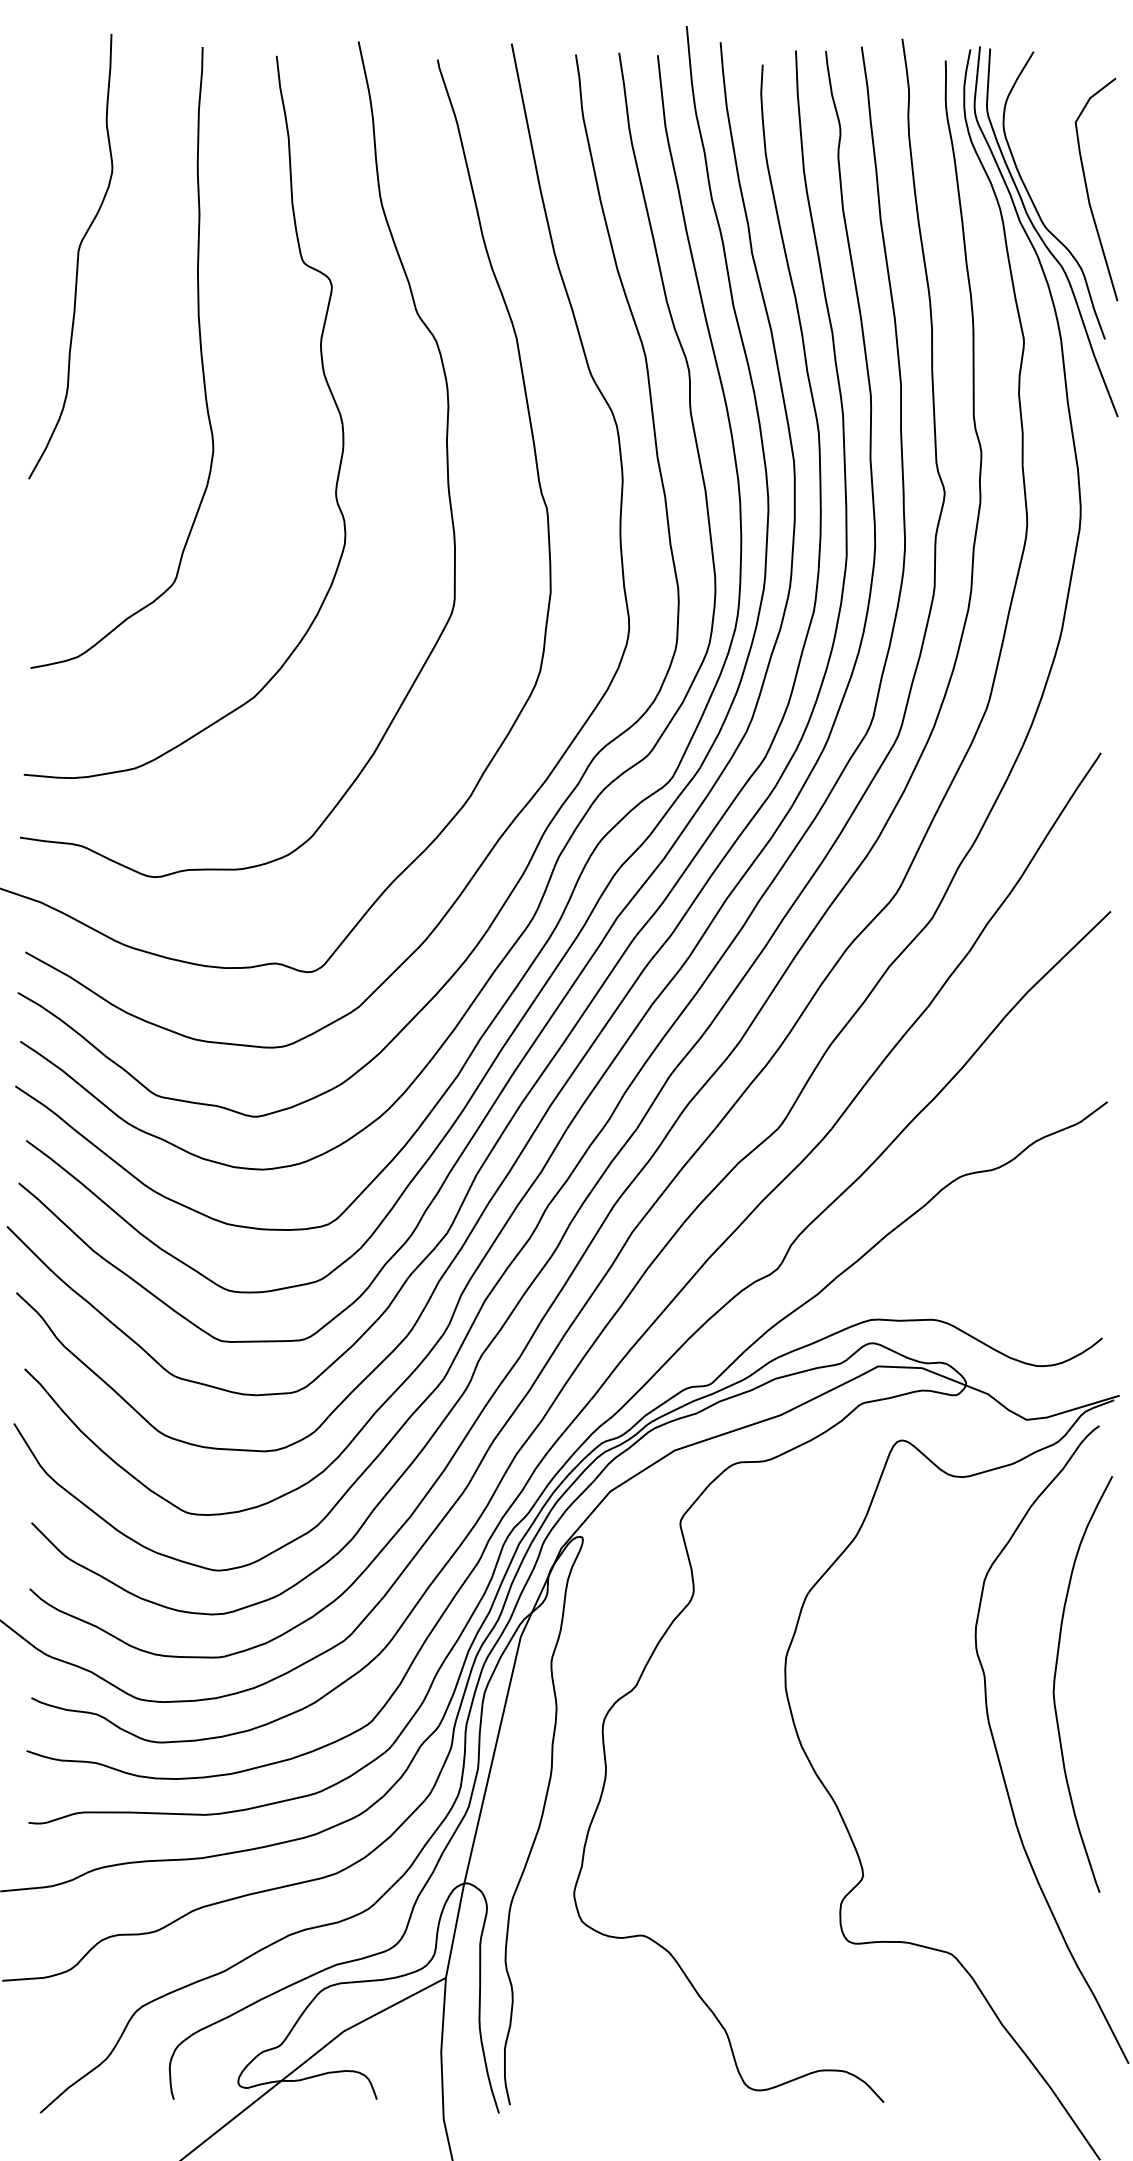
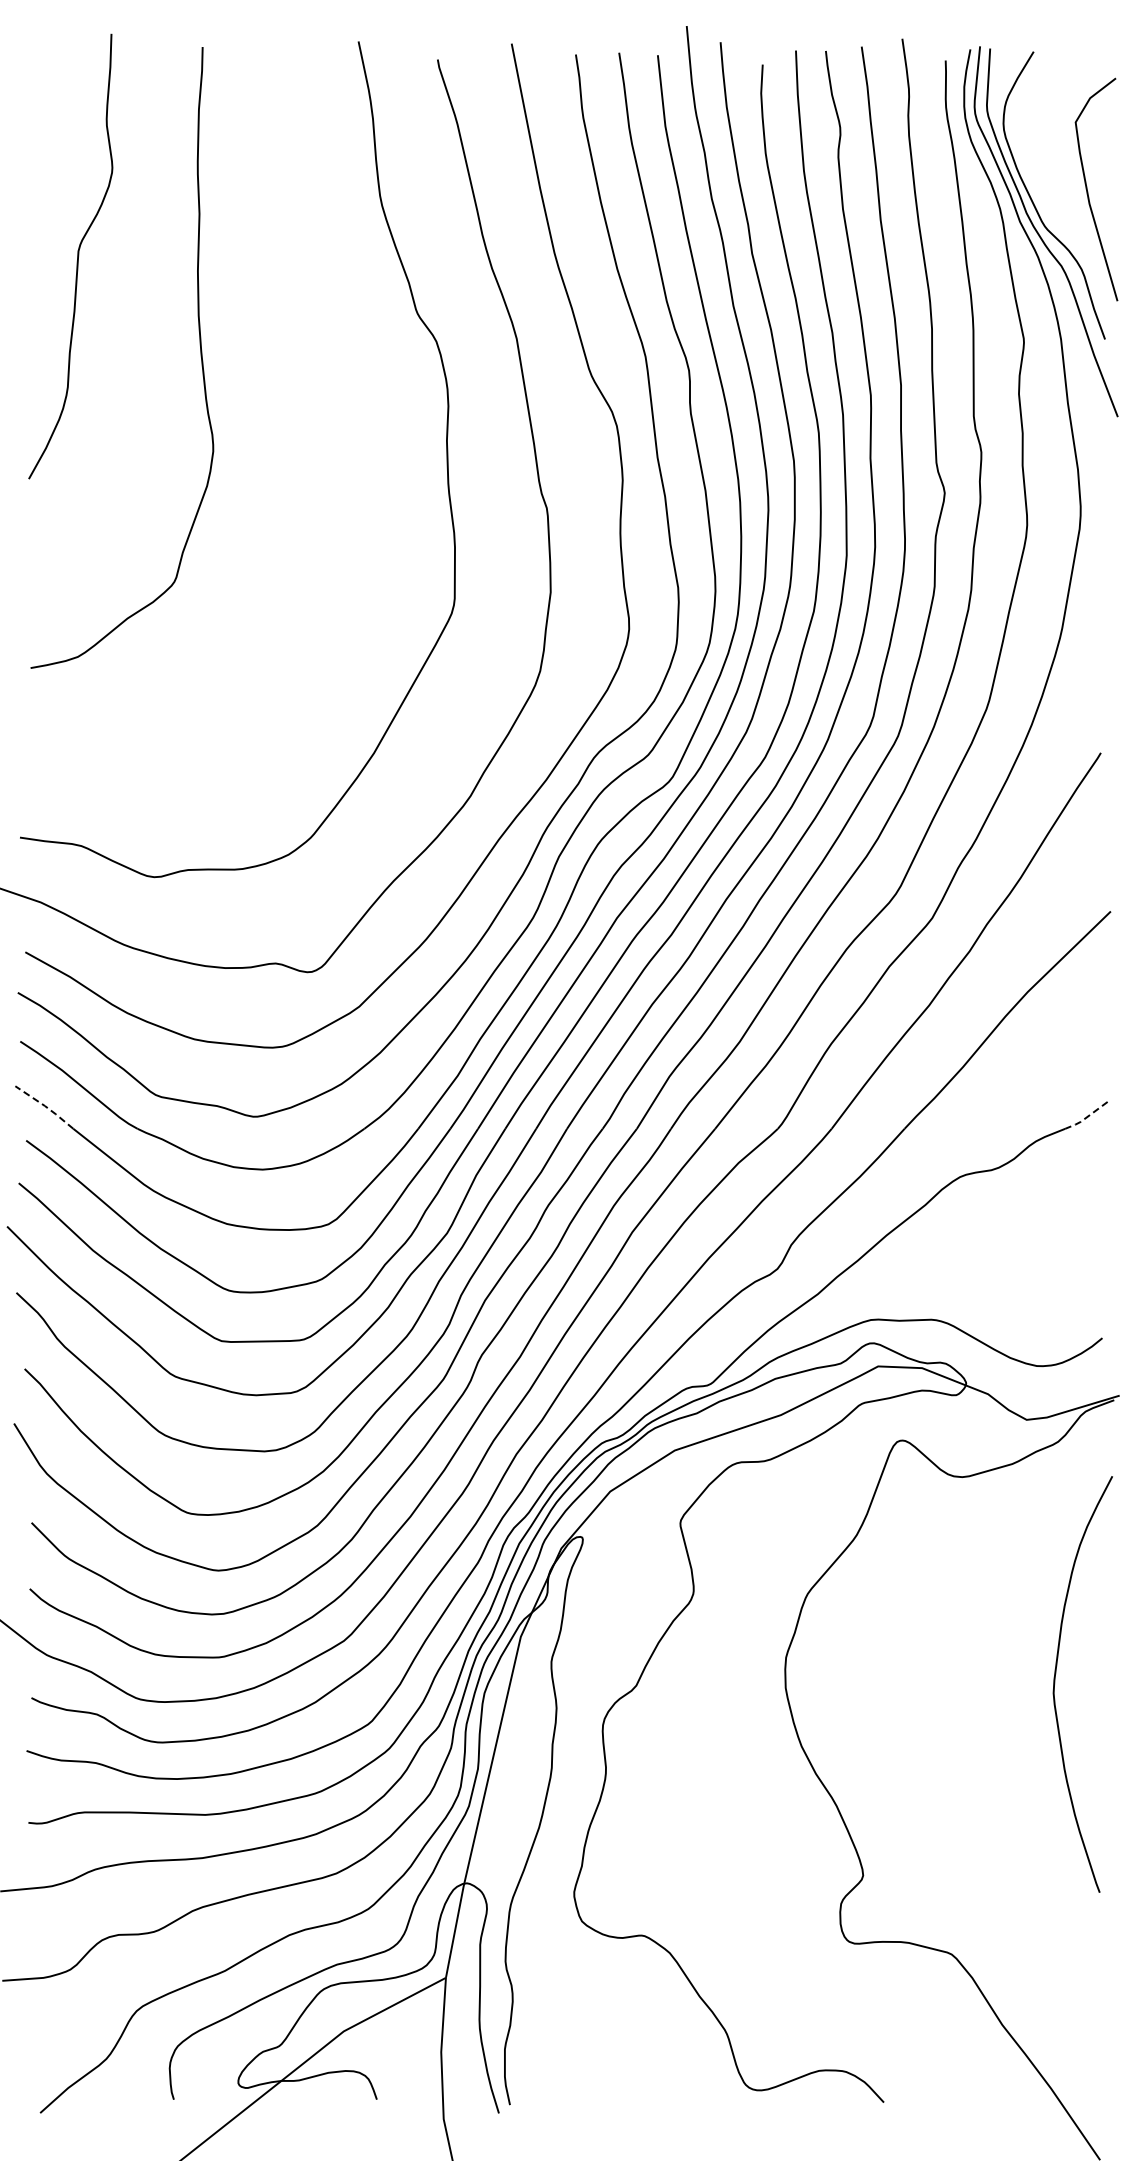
curve at (323, 375): present -> none
line at (45, 1106): solid -> dashed
line at (1086, 1117): solid -> dashed
curve at (999, 1757): present -> none
